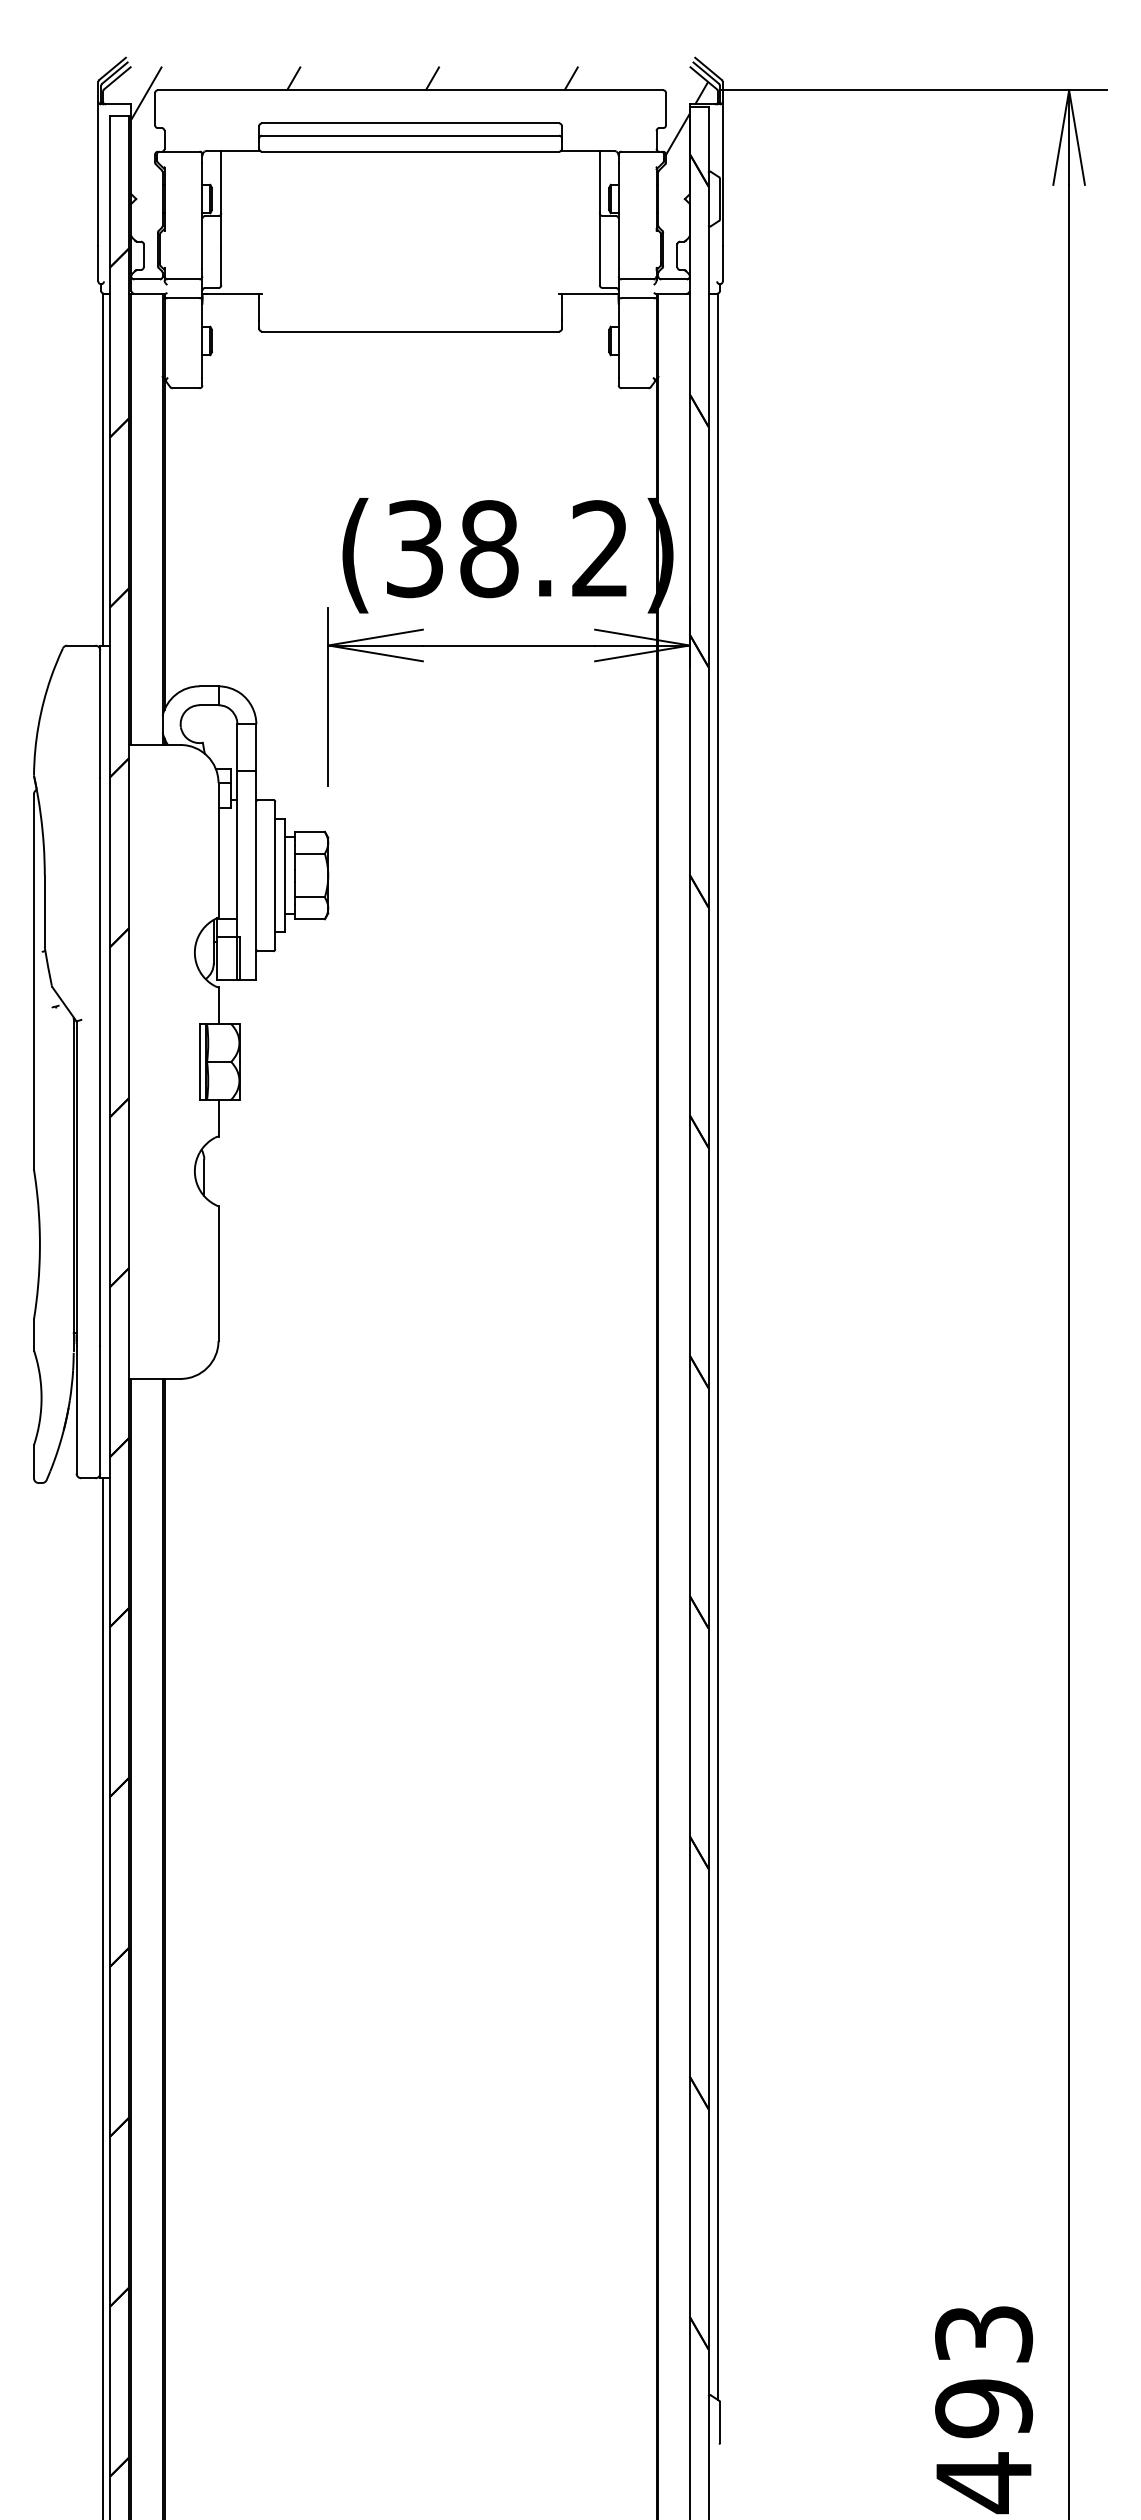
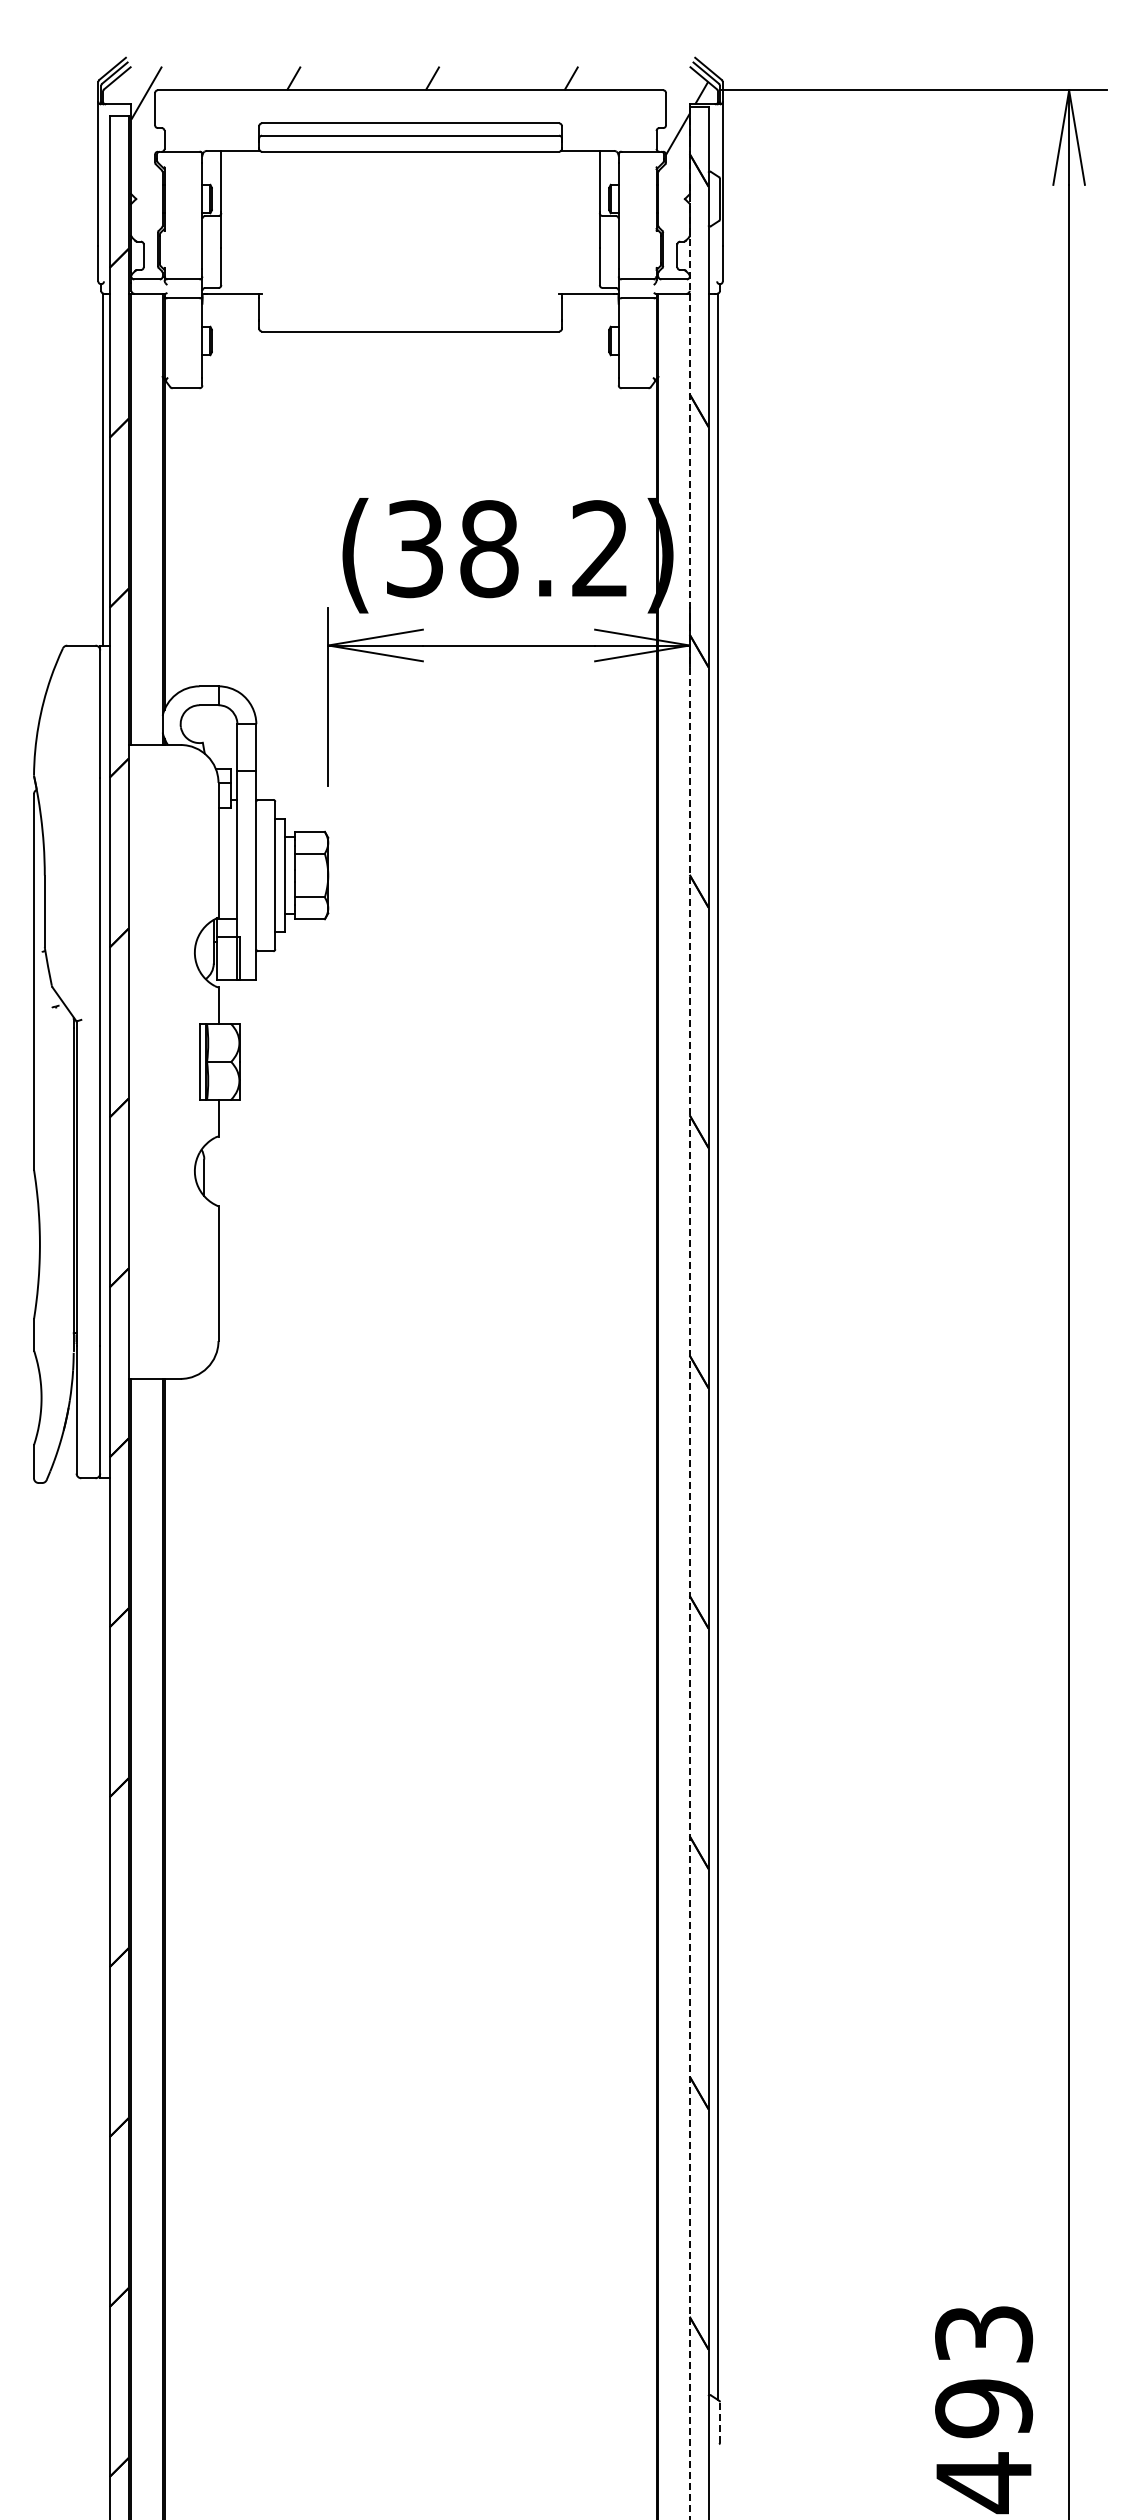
line at (689, 1313): solid -> dashed
line at (103, 1997): present -> none
line at (719, 2422): solid -> dashed
